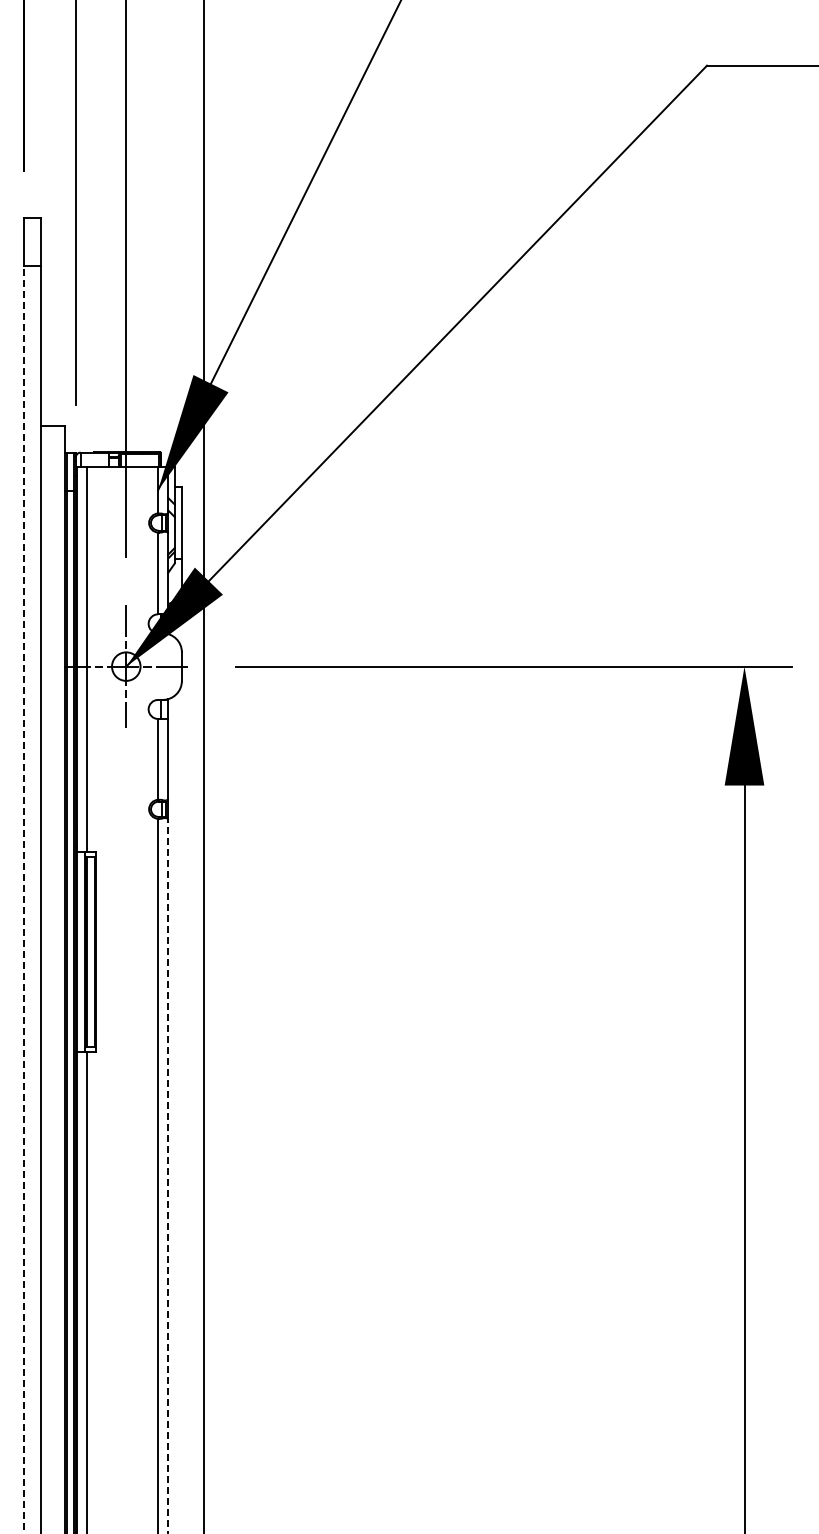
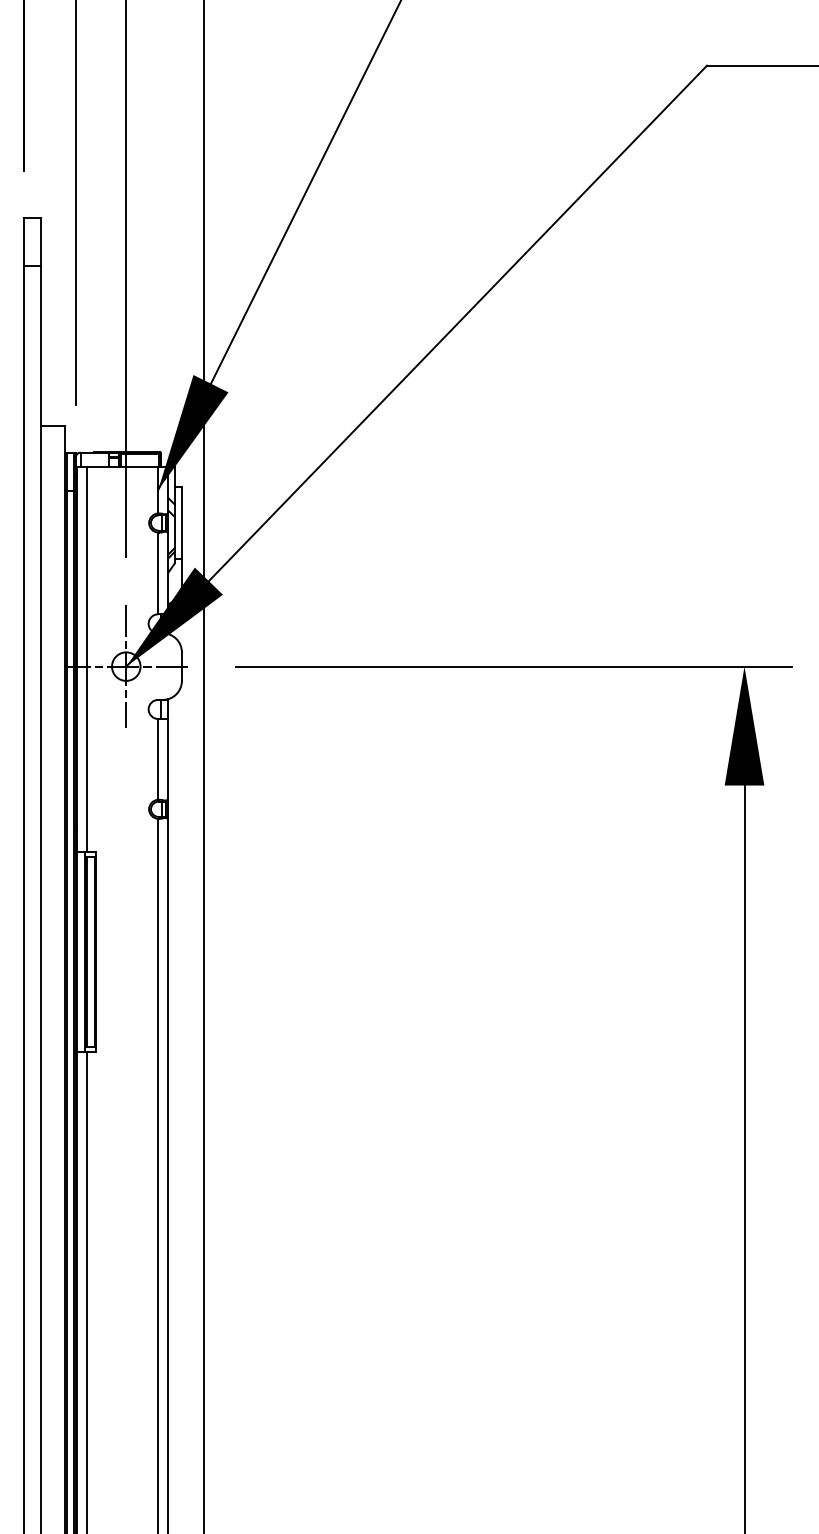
line at (24, 899): dashed -> solid
line at (168, 1175): dashed -> solid
